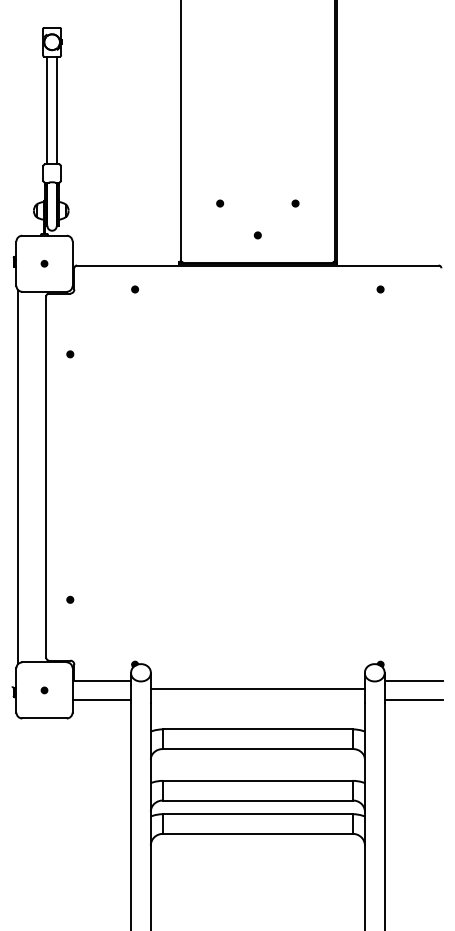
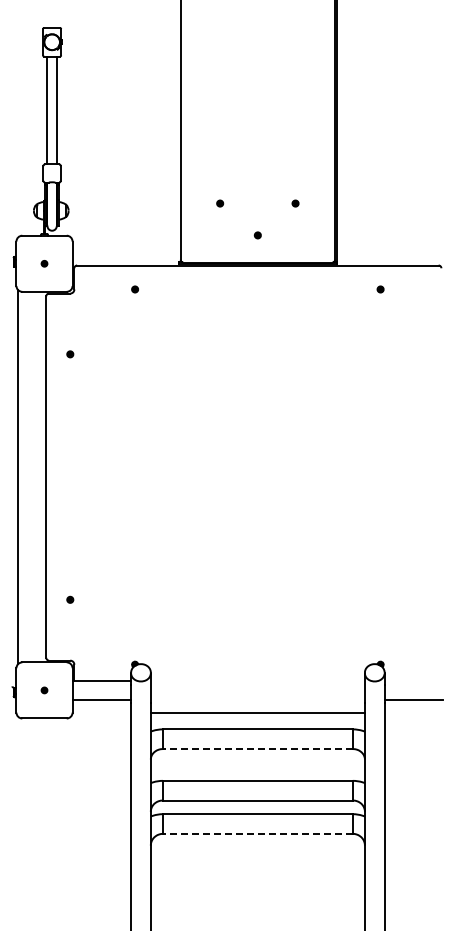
line at (413, 680): present -> none
line at (257, 688) position: (257, 688) -> (257, 712)
line at (257, 749): solid -> dashed
line at (257, 833): solid -> dashed
